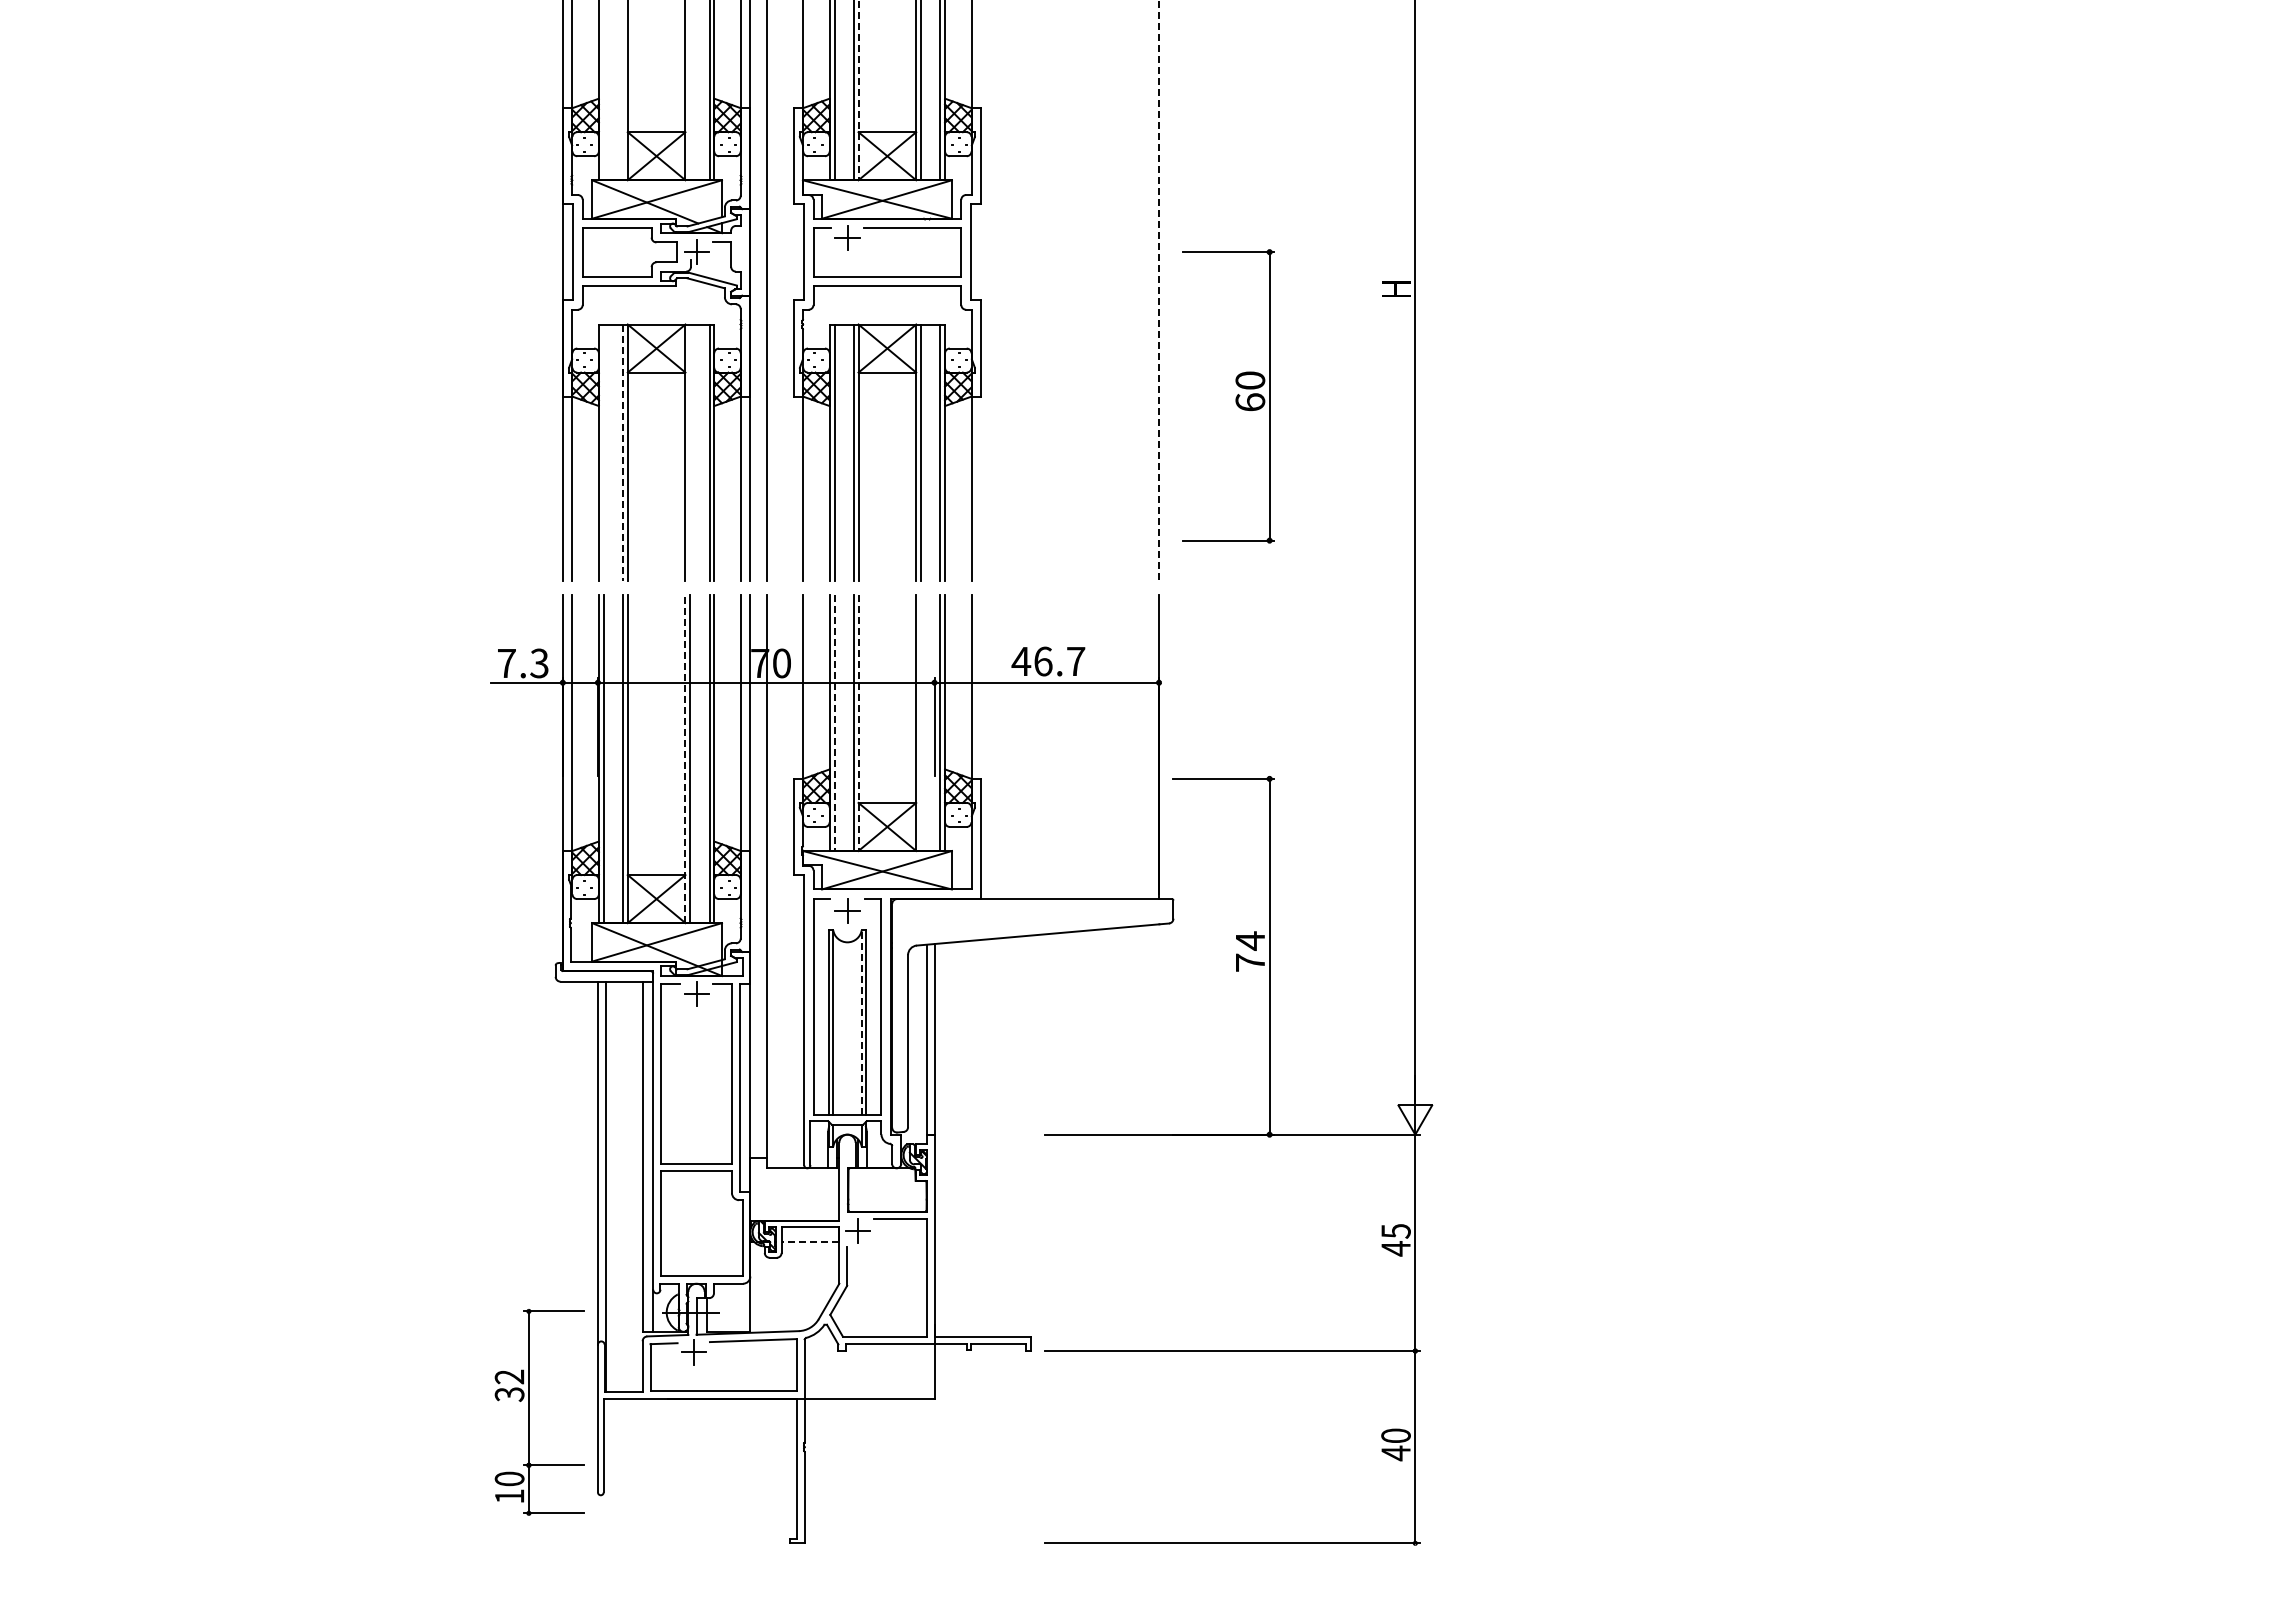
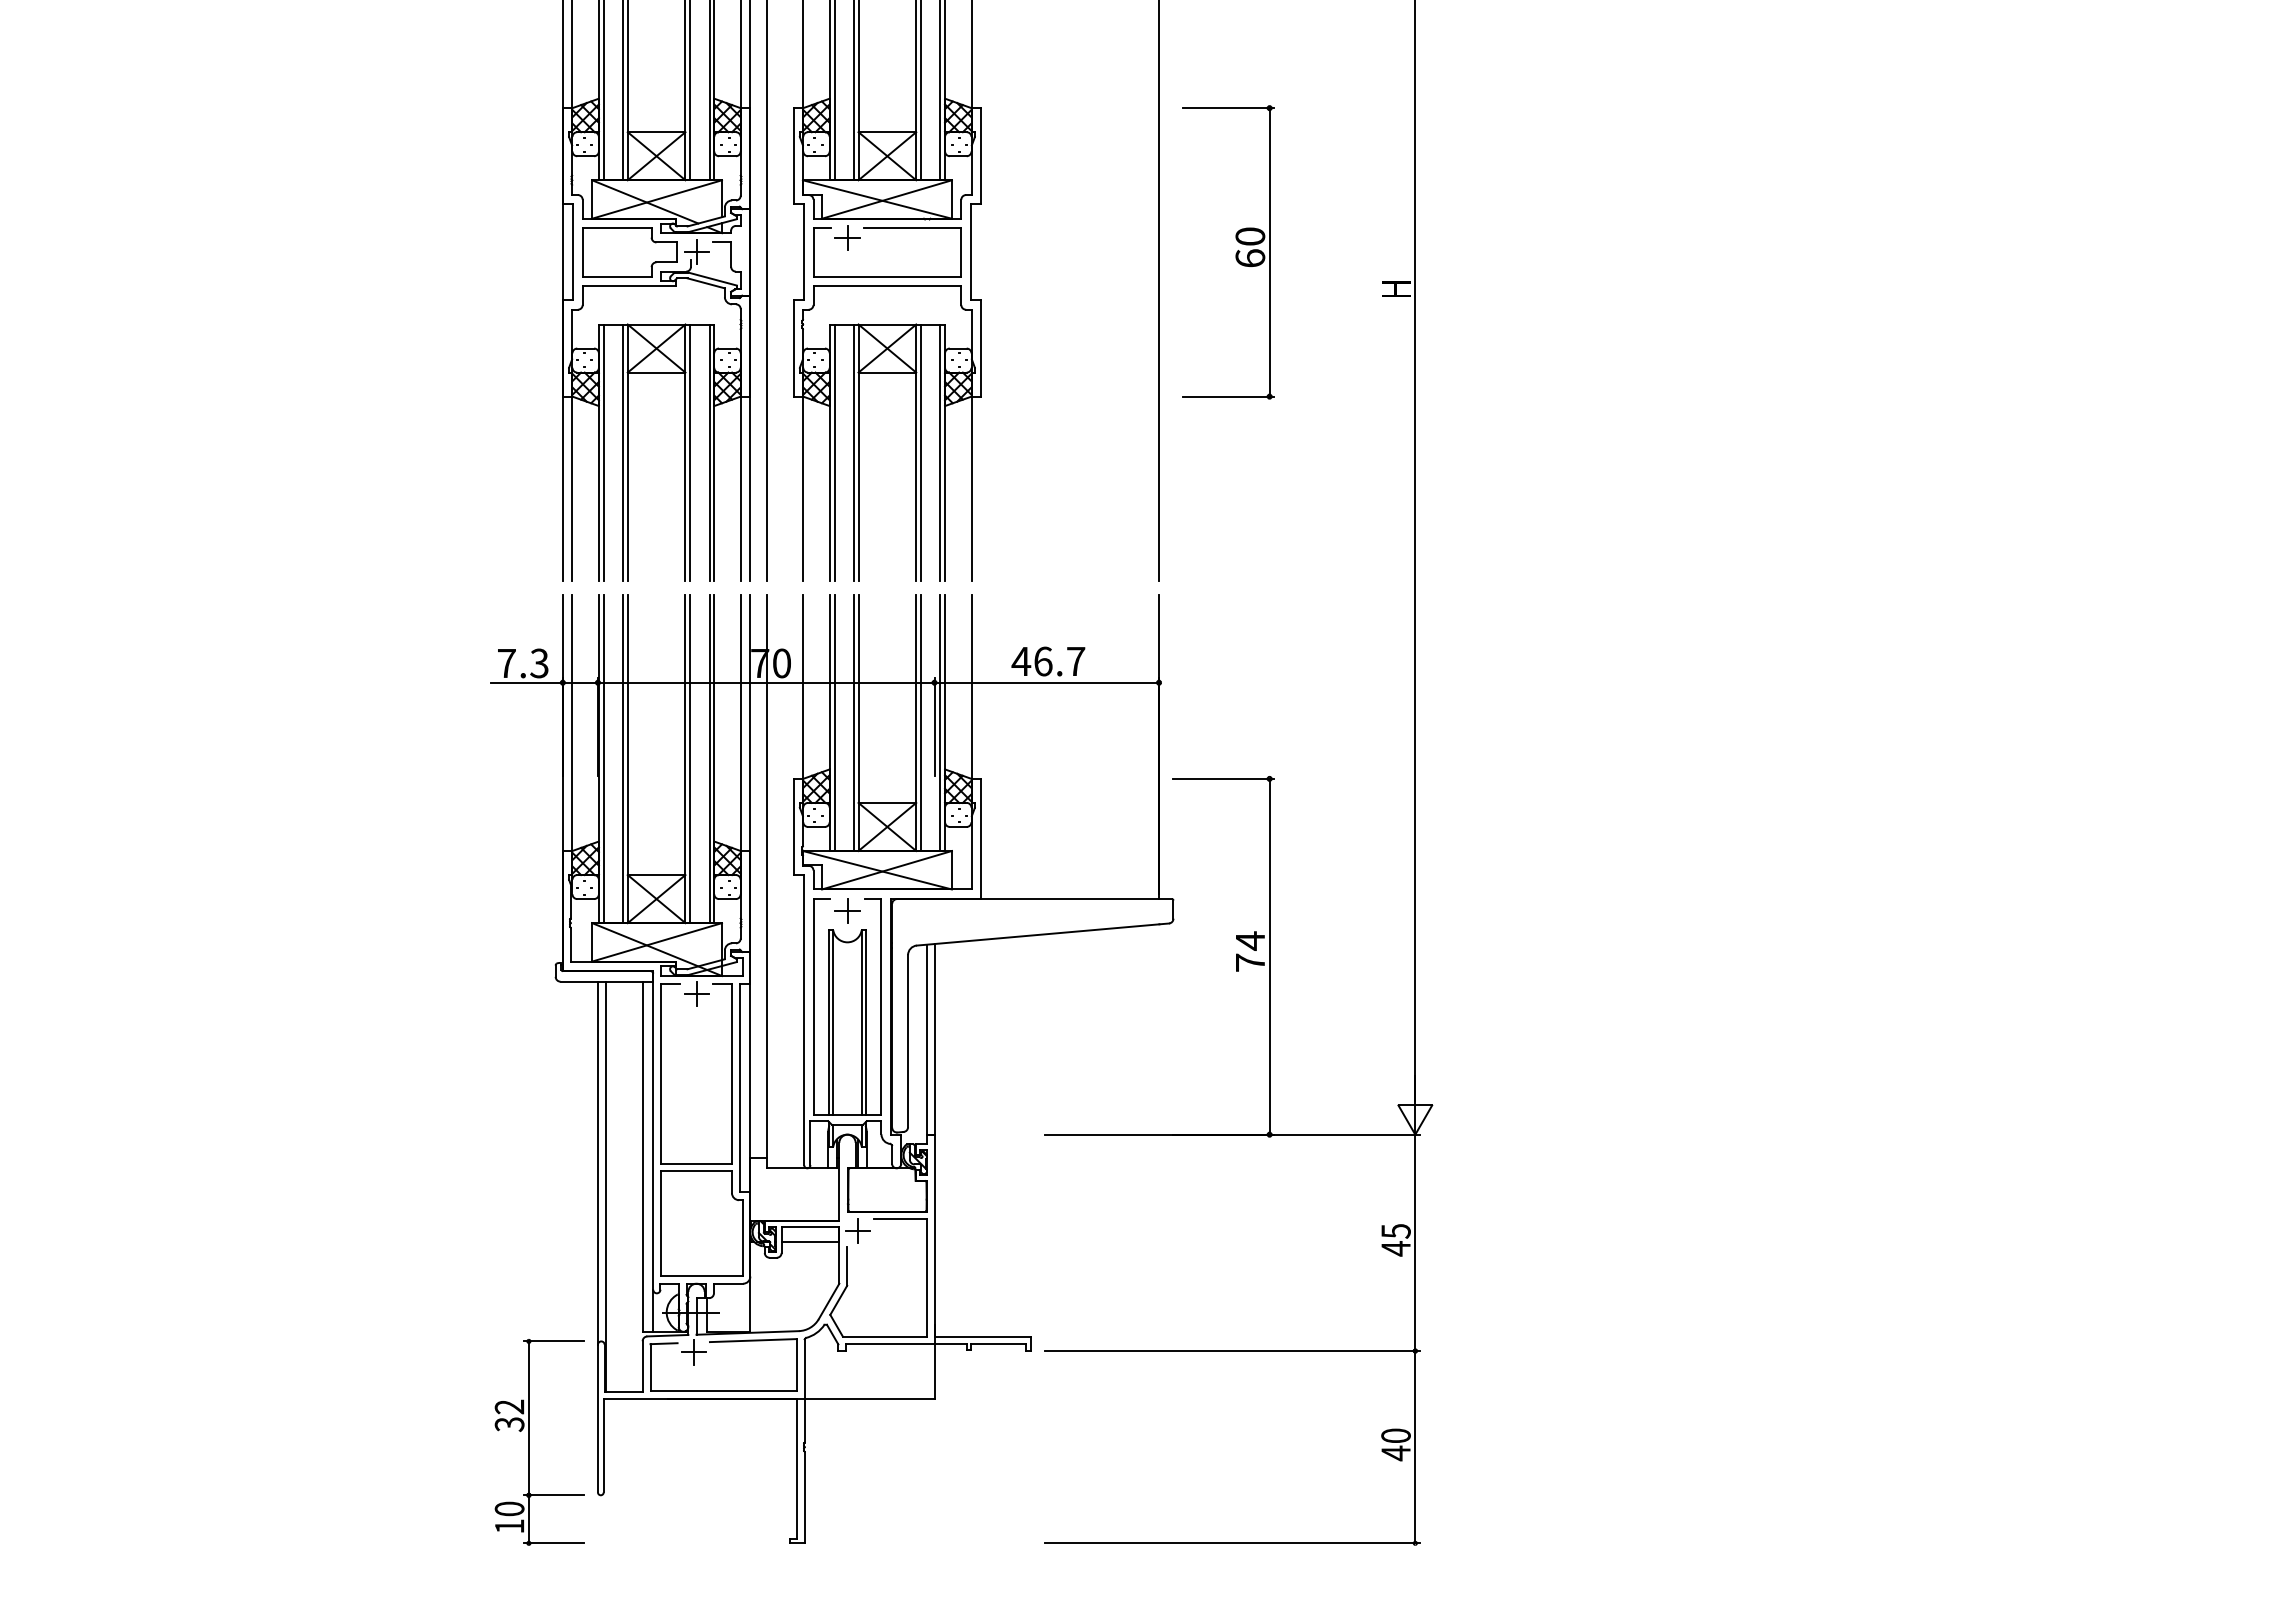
line at (858, 90): dashed -> solid
line at (603, 91): none -> present
line at (622, 91): none -> present
line at (690, 91): none -> present
line at (1159, 290): dashed -> solid
part at (1235, 398) position: (1235, 398) -> (1235, 254)
line at (603, 452): none -> present
line at (690, 452): none -> present
line at (622, 453): dashed -> solid
line at (921, 722): none -> present
line at (834, 723): dashed -> solid
line at (858, 723): dashed -> solid
line at (685, 758): dashed -> solid
line at (861, 1022): dashed -> solid
line at (810, 1241): dashed -> solid
part at (529, 1412) position: (529, 1412) -> (529, 1442)
